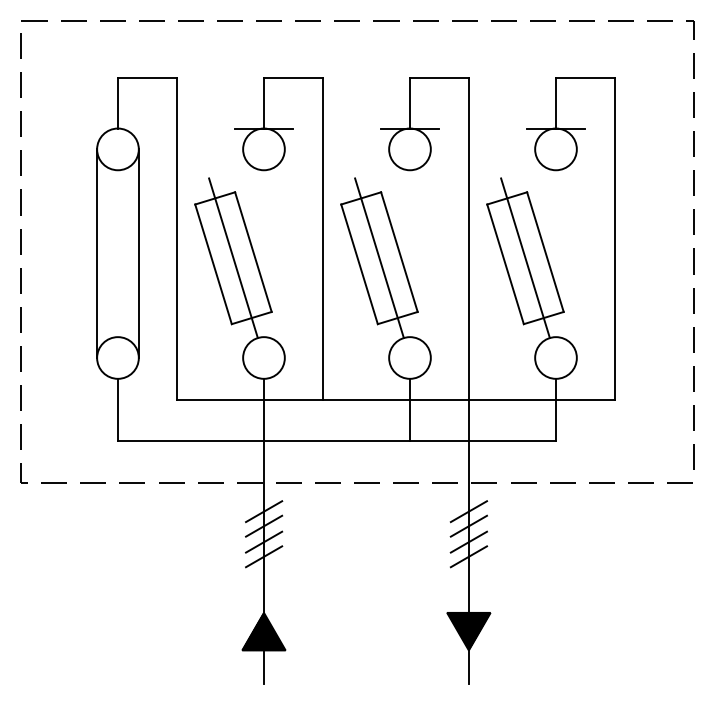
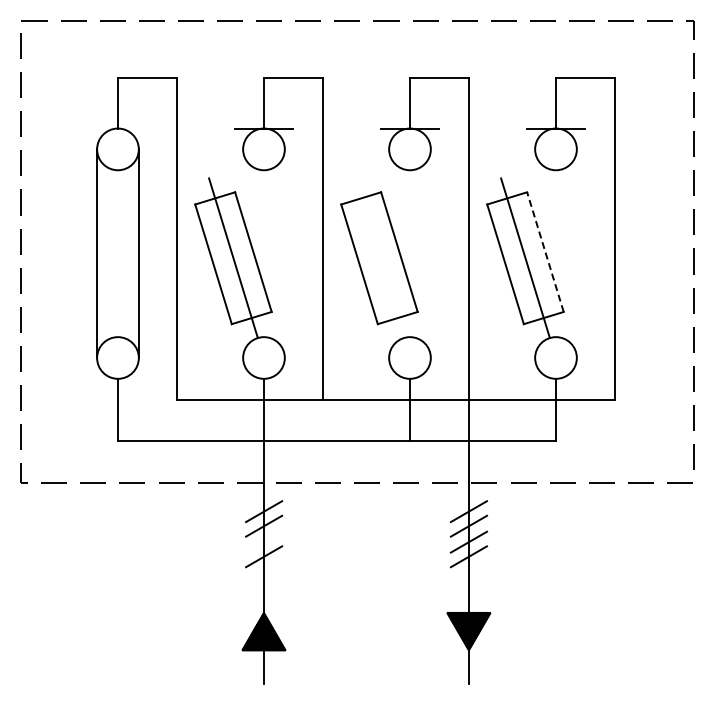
line at (545, 252): solid -> dashed
line at (379, 258): present -> none
line at (264, 541): present -> none
